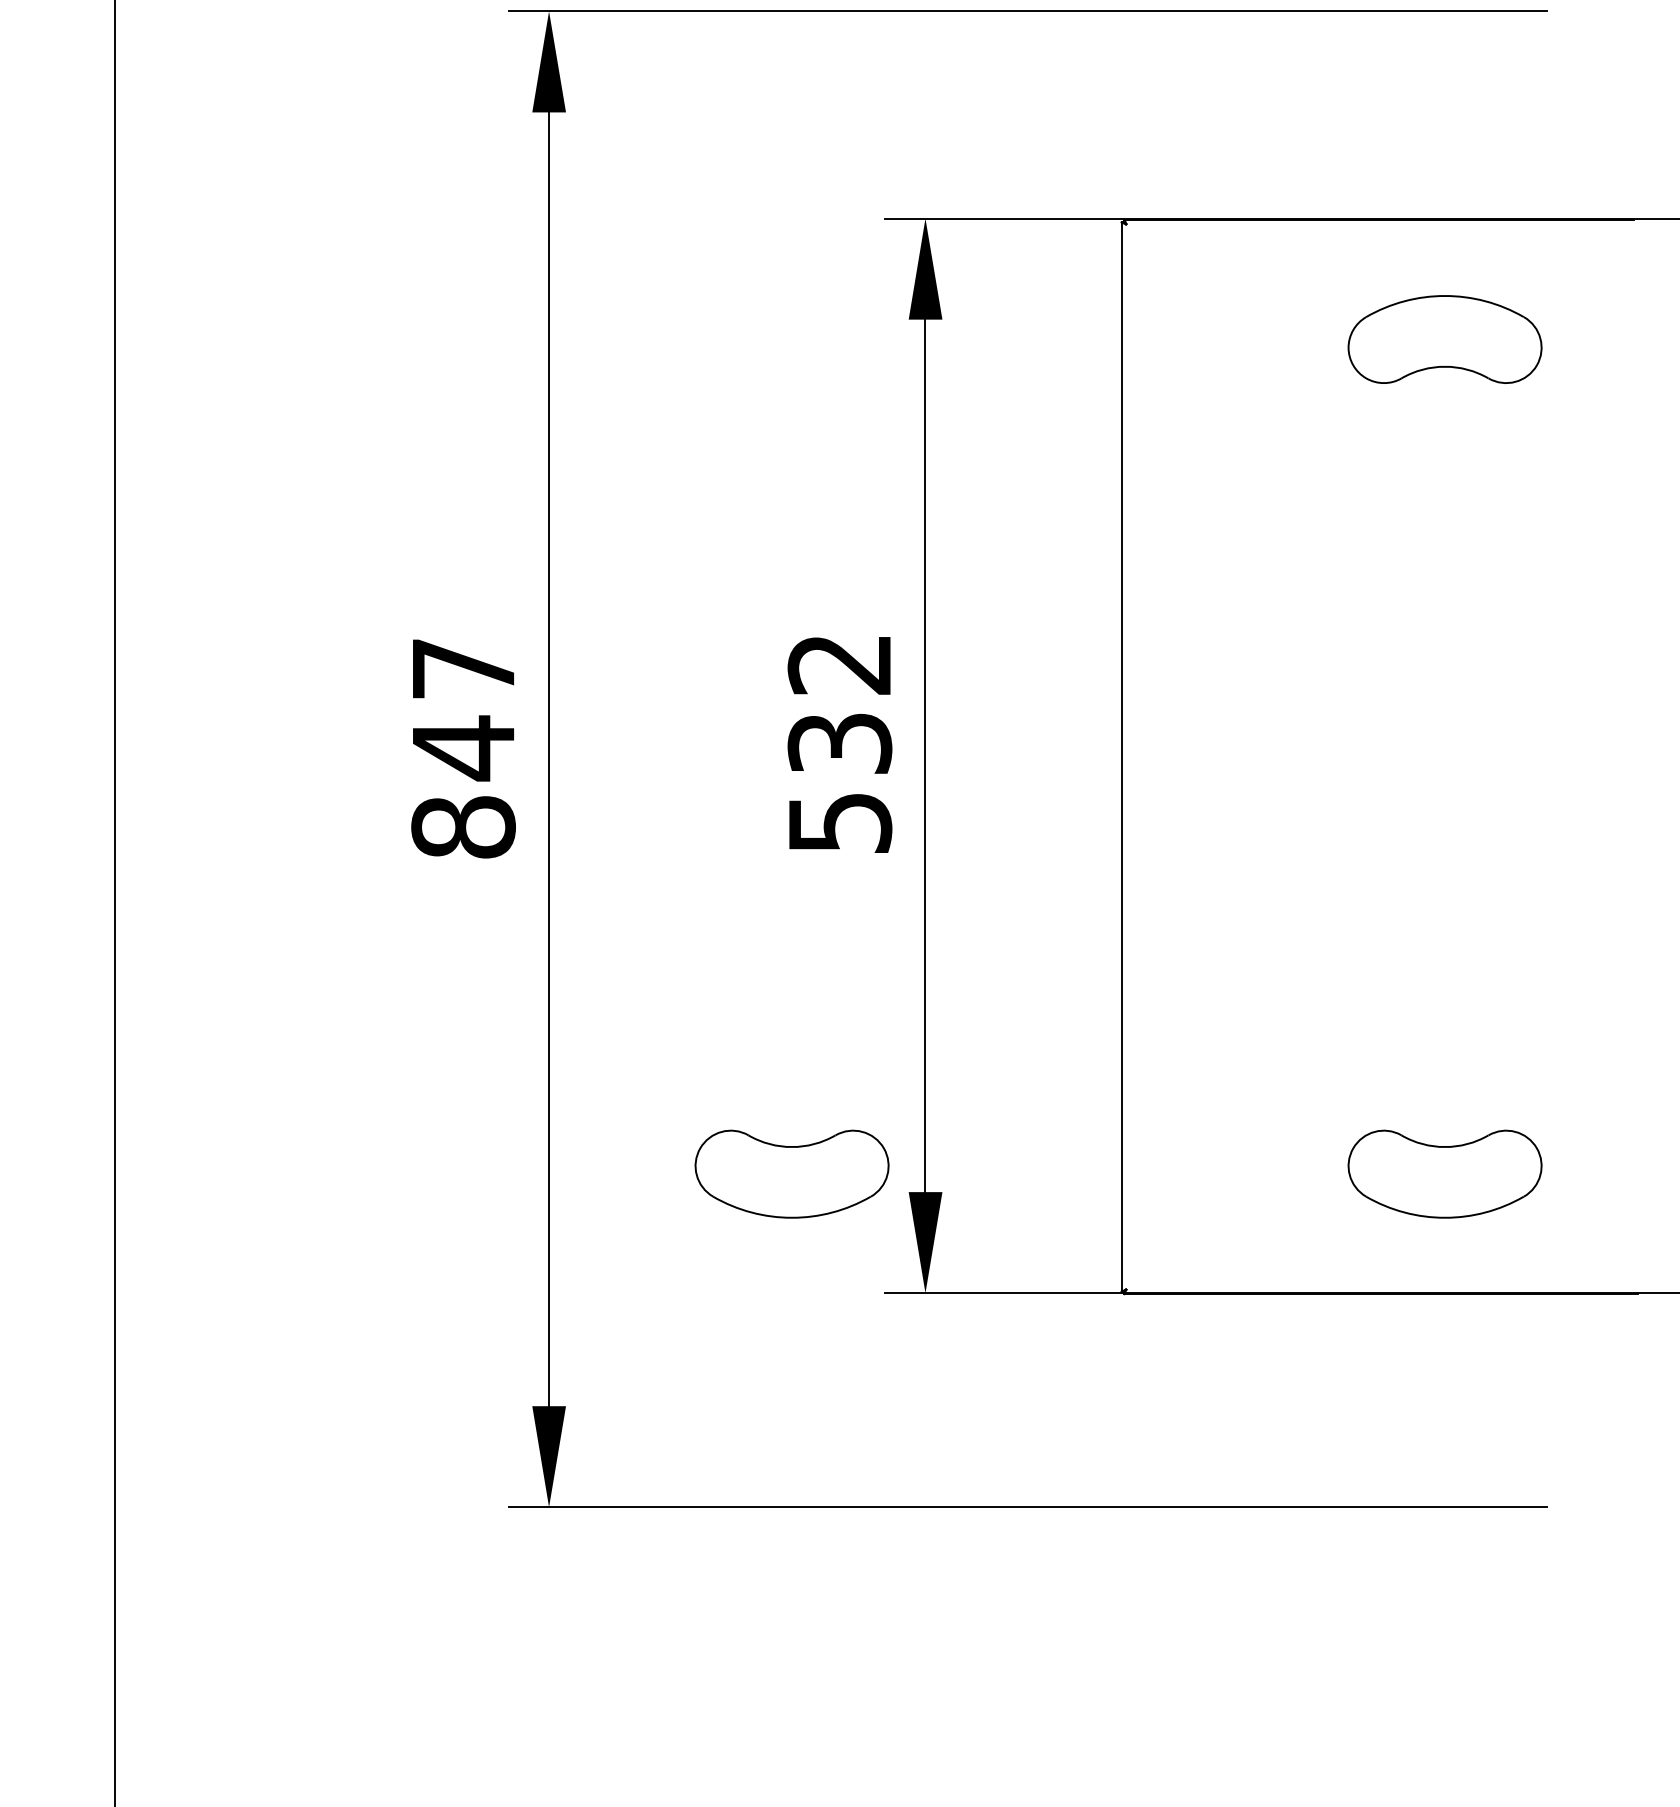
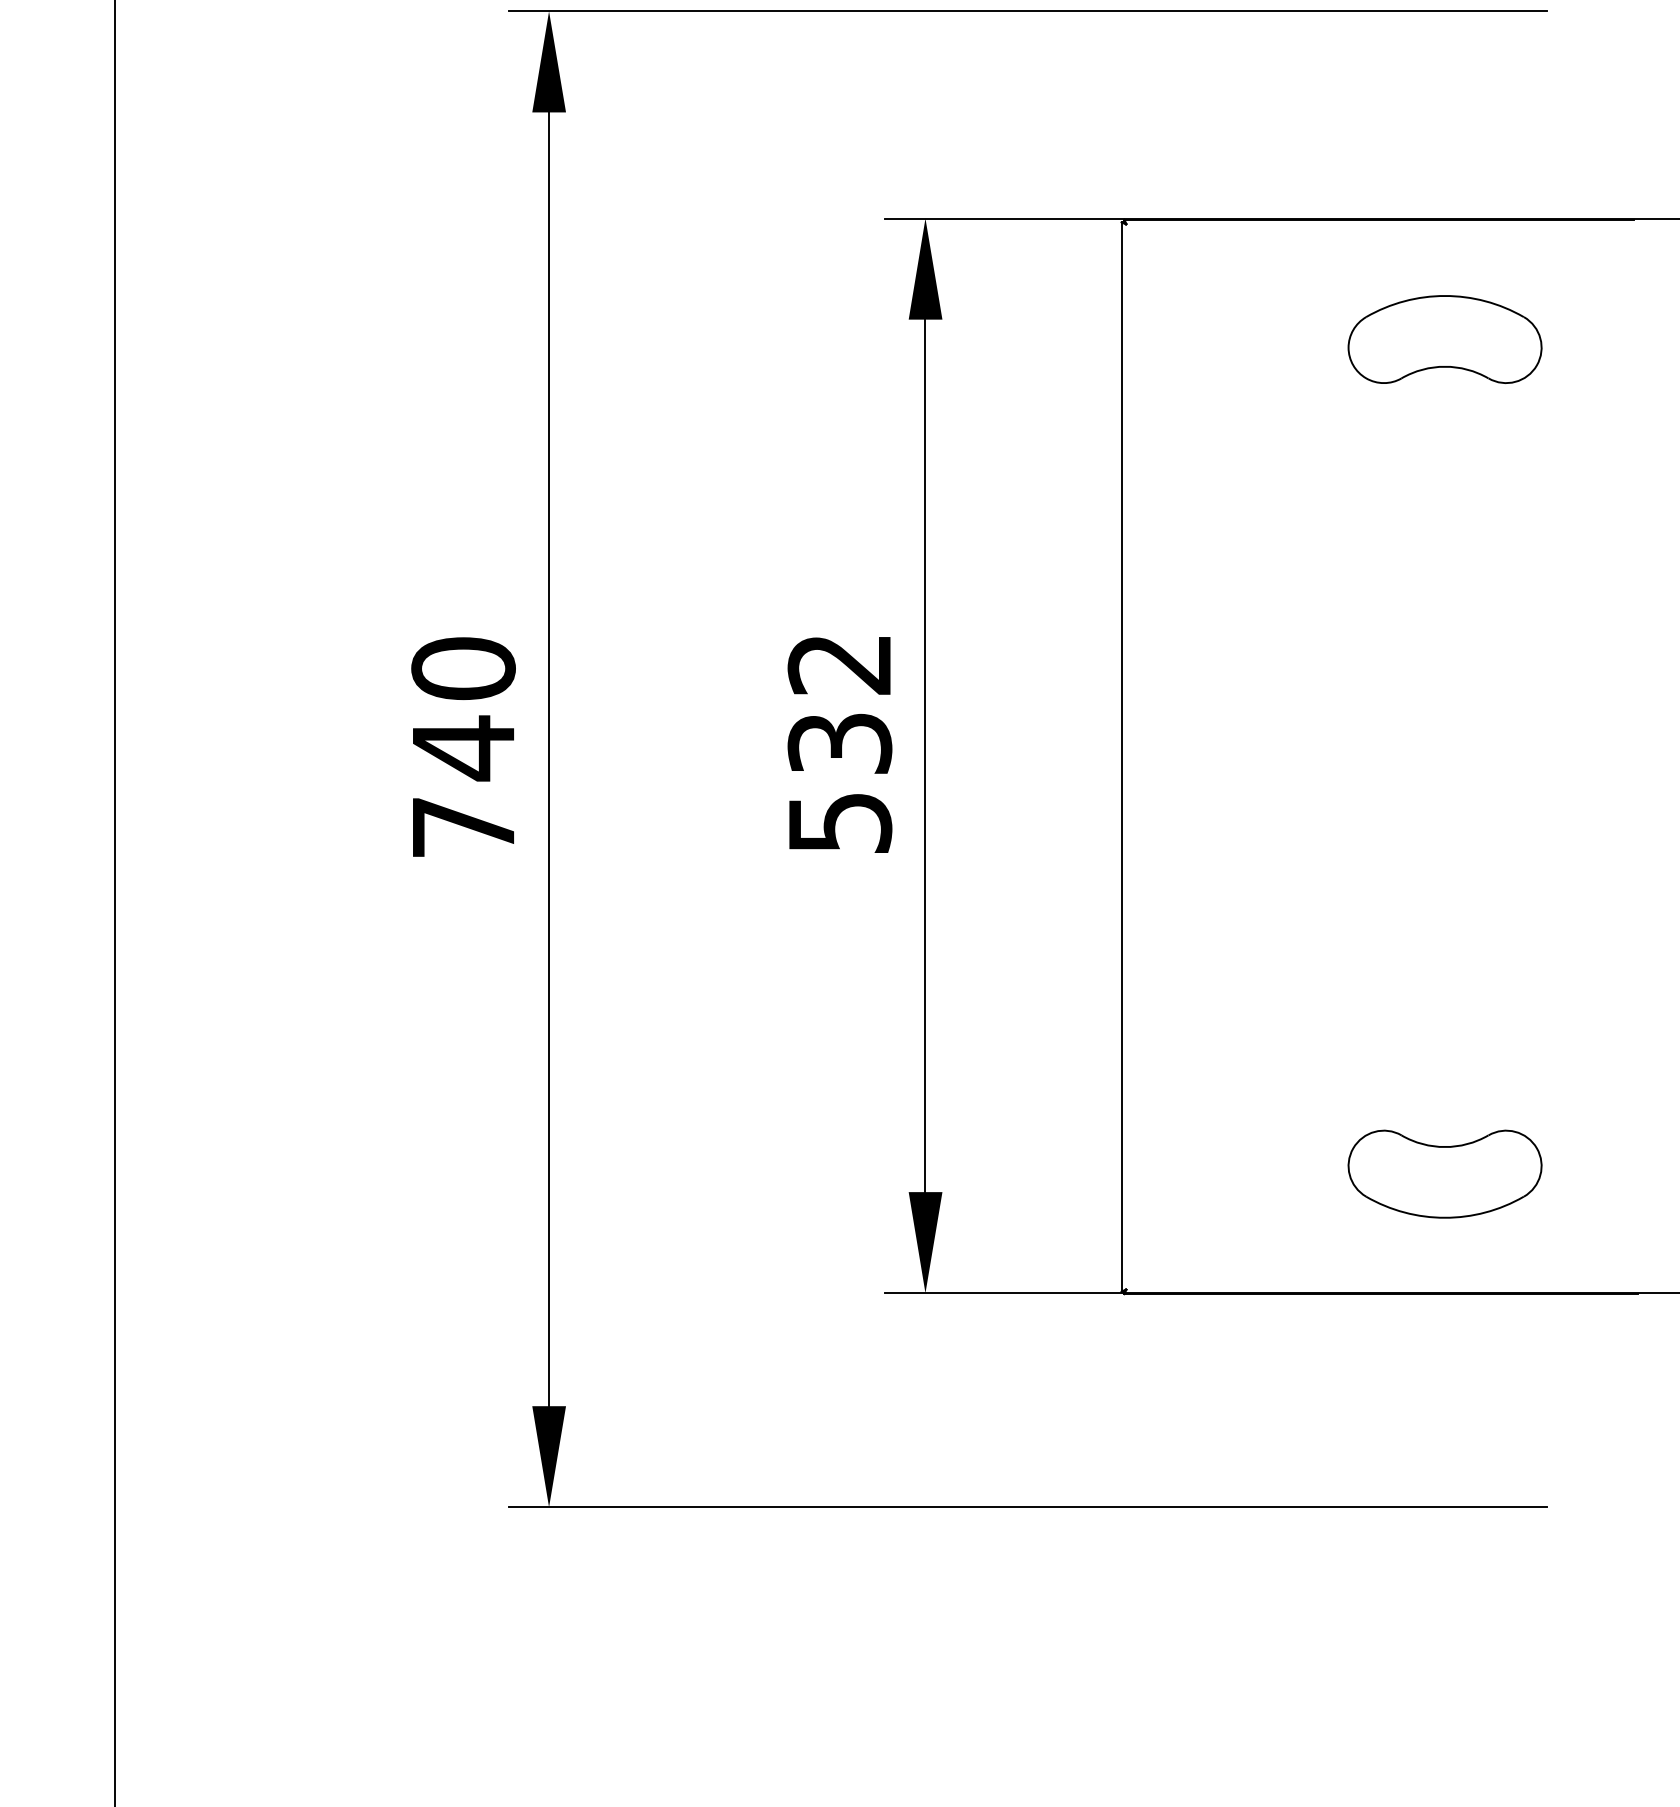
text at (463, 747): 847 -> 740
part at (791, 1173): present -> none
